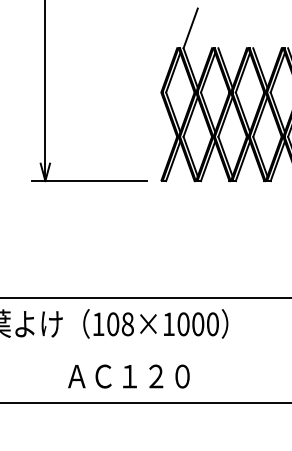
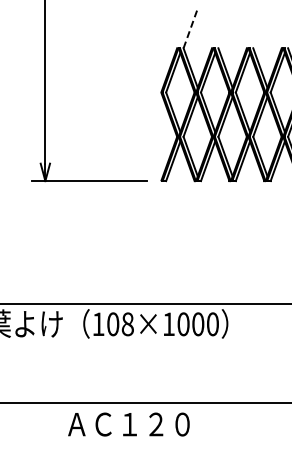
line at (190, 27): solid -> dashed
line at (145, 298) position: (145, 298) -> (145, 304)
text at (128, 376) position: (128, 376) -> (128, 424)
